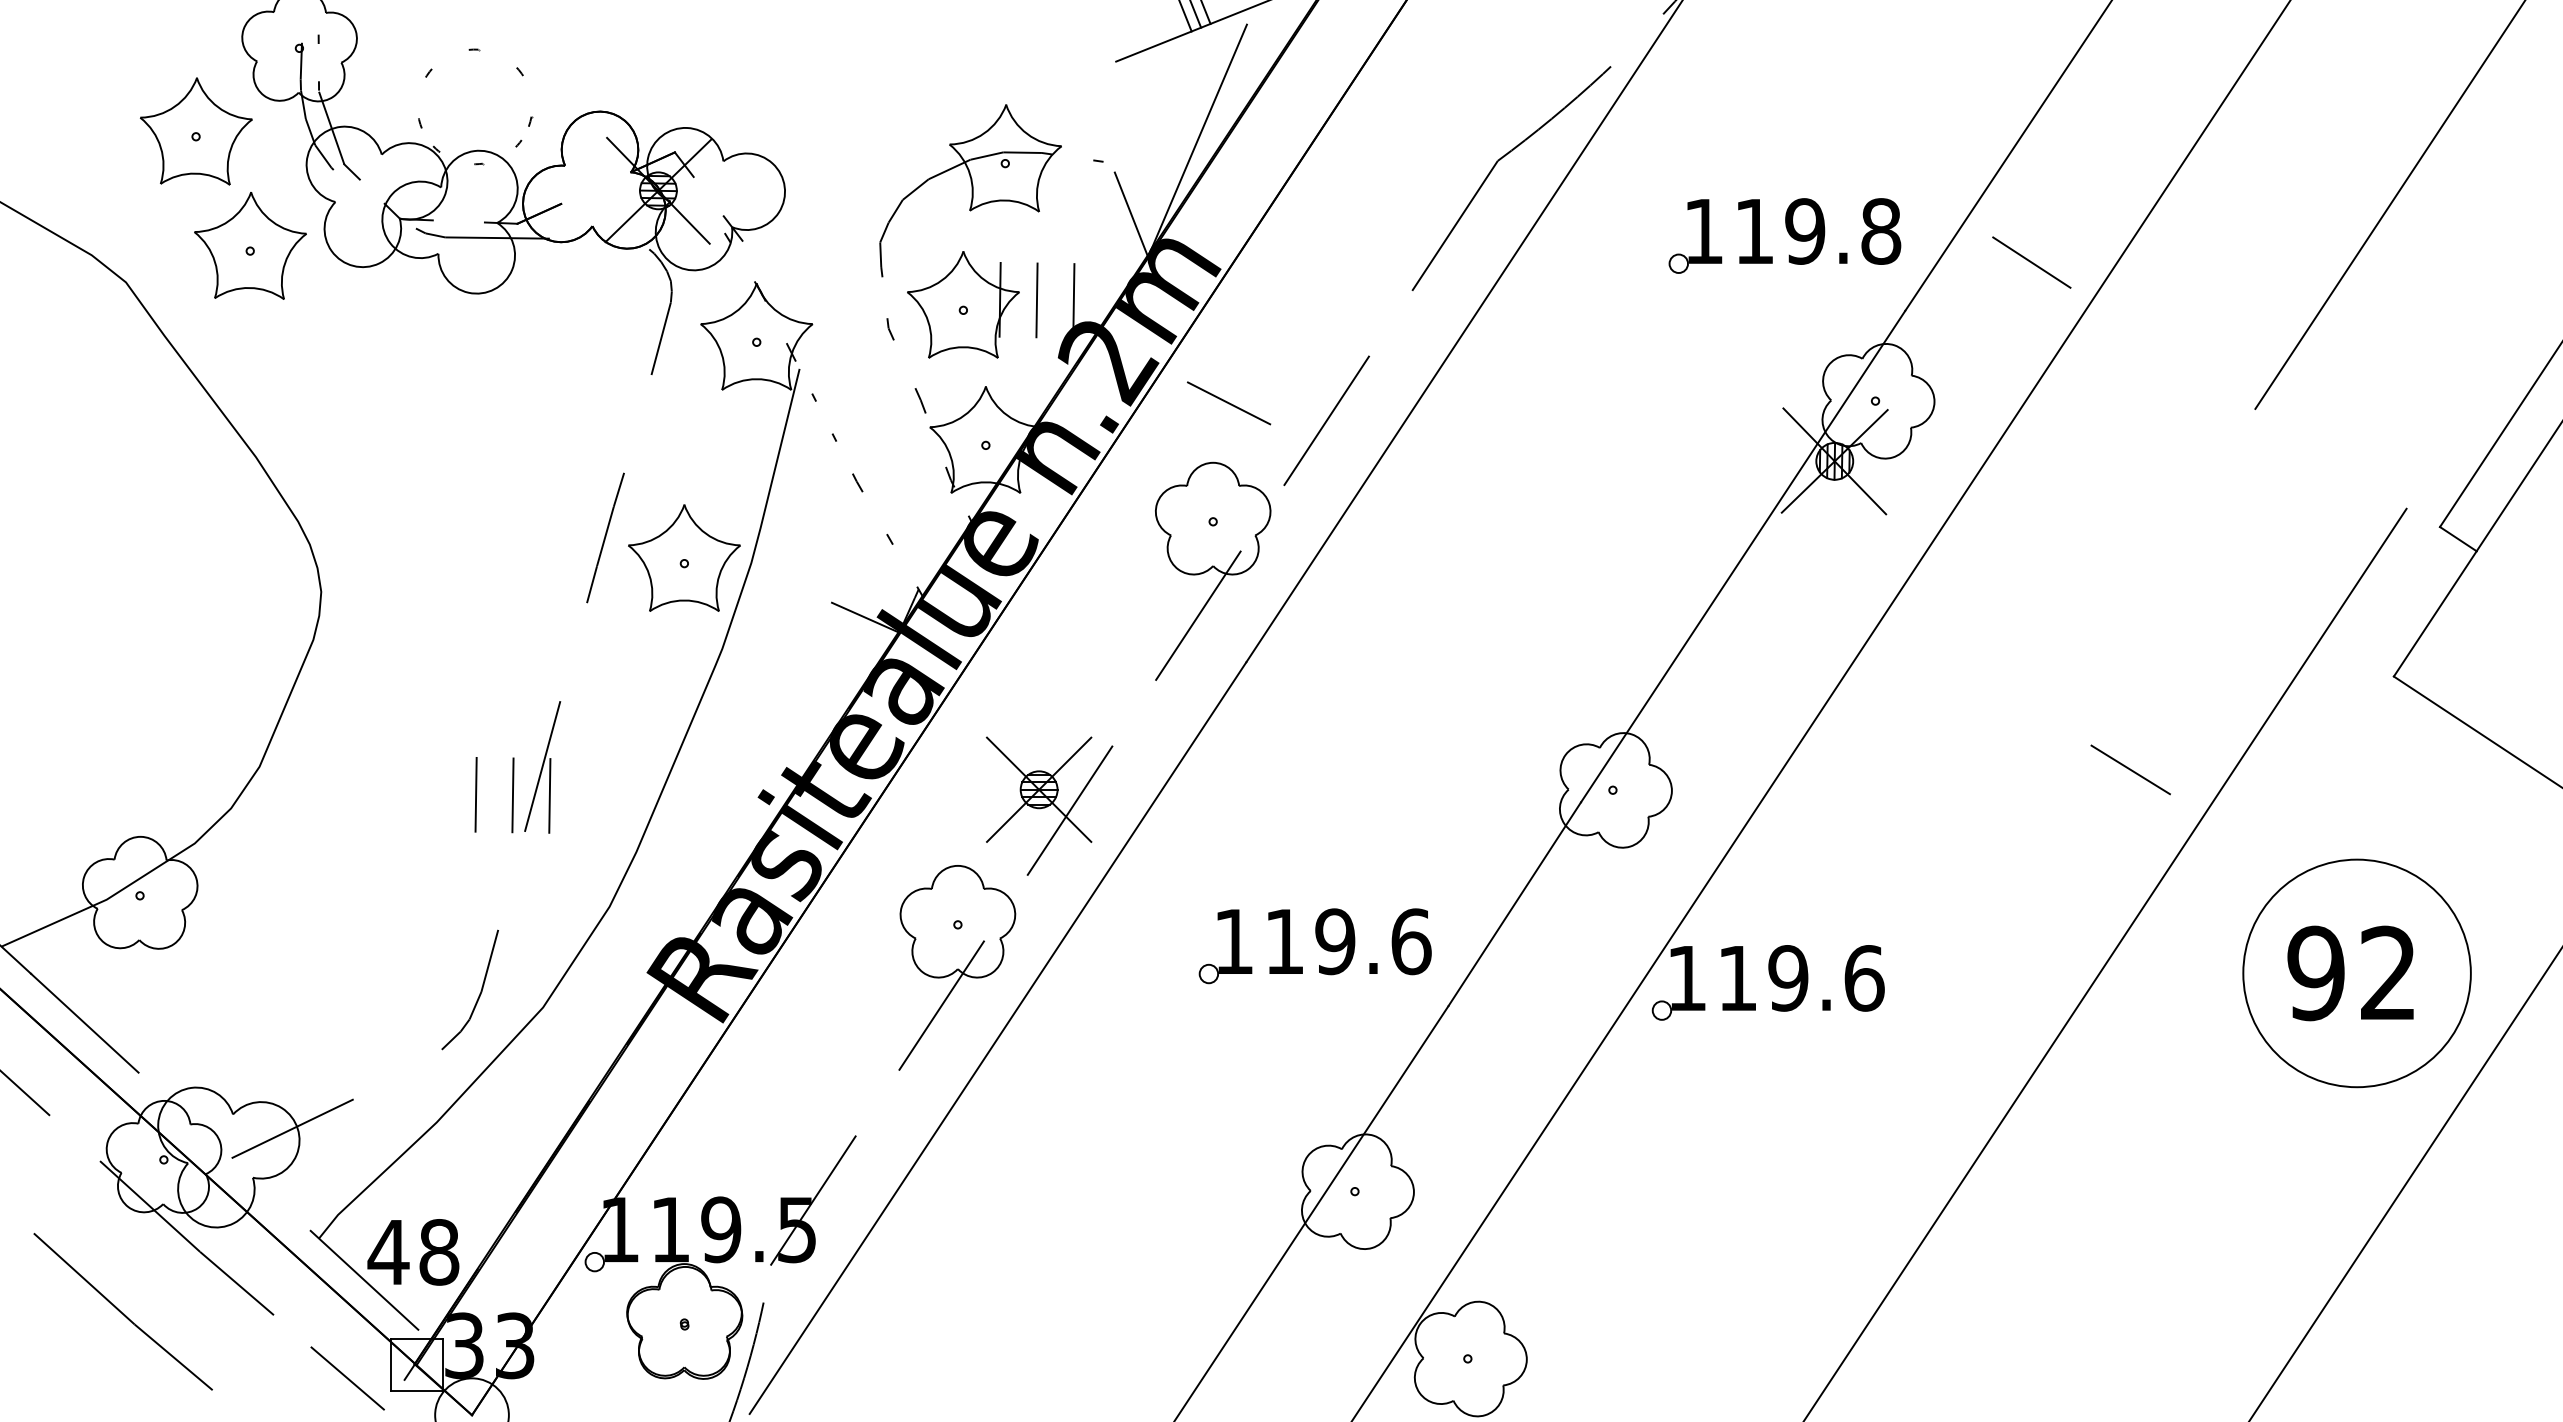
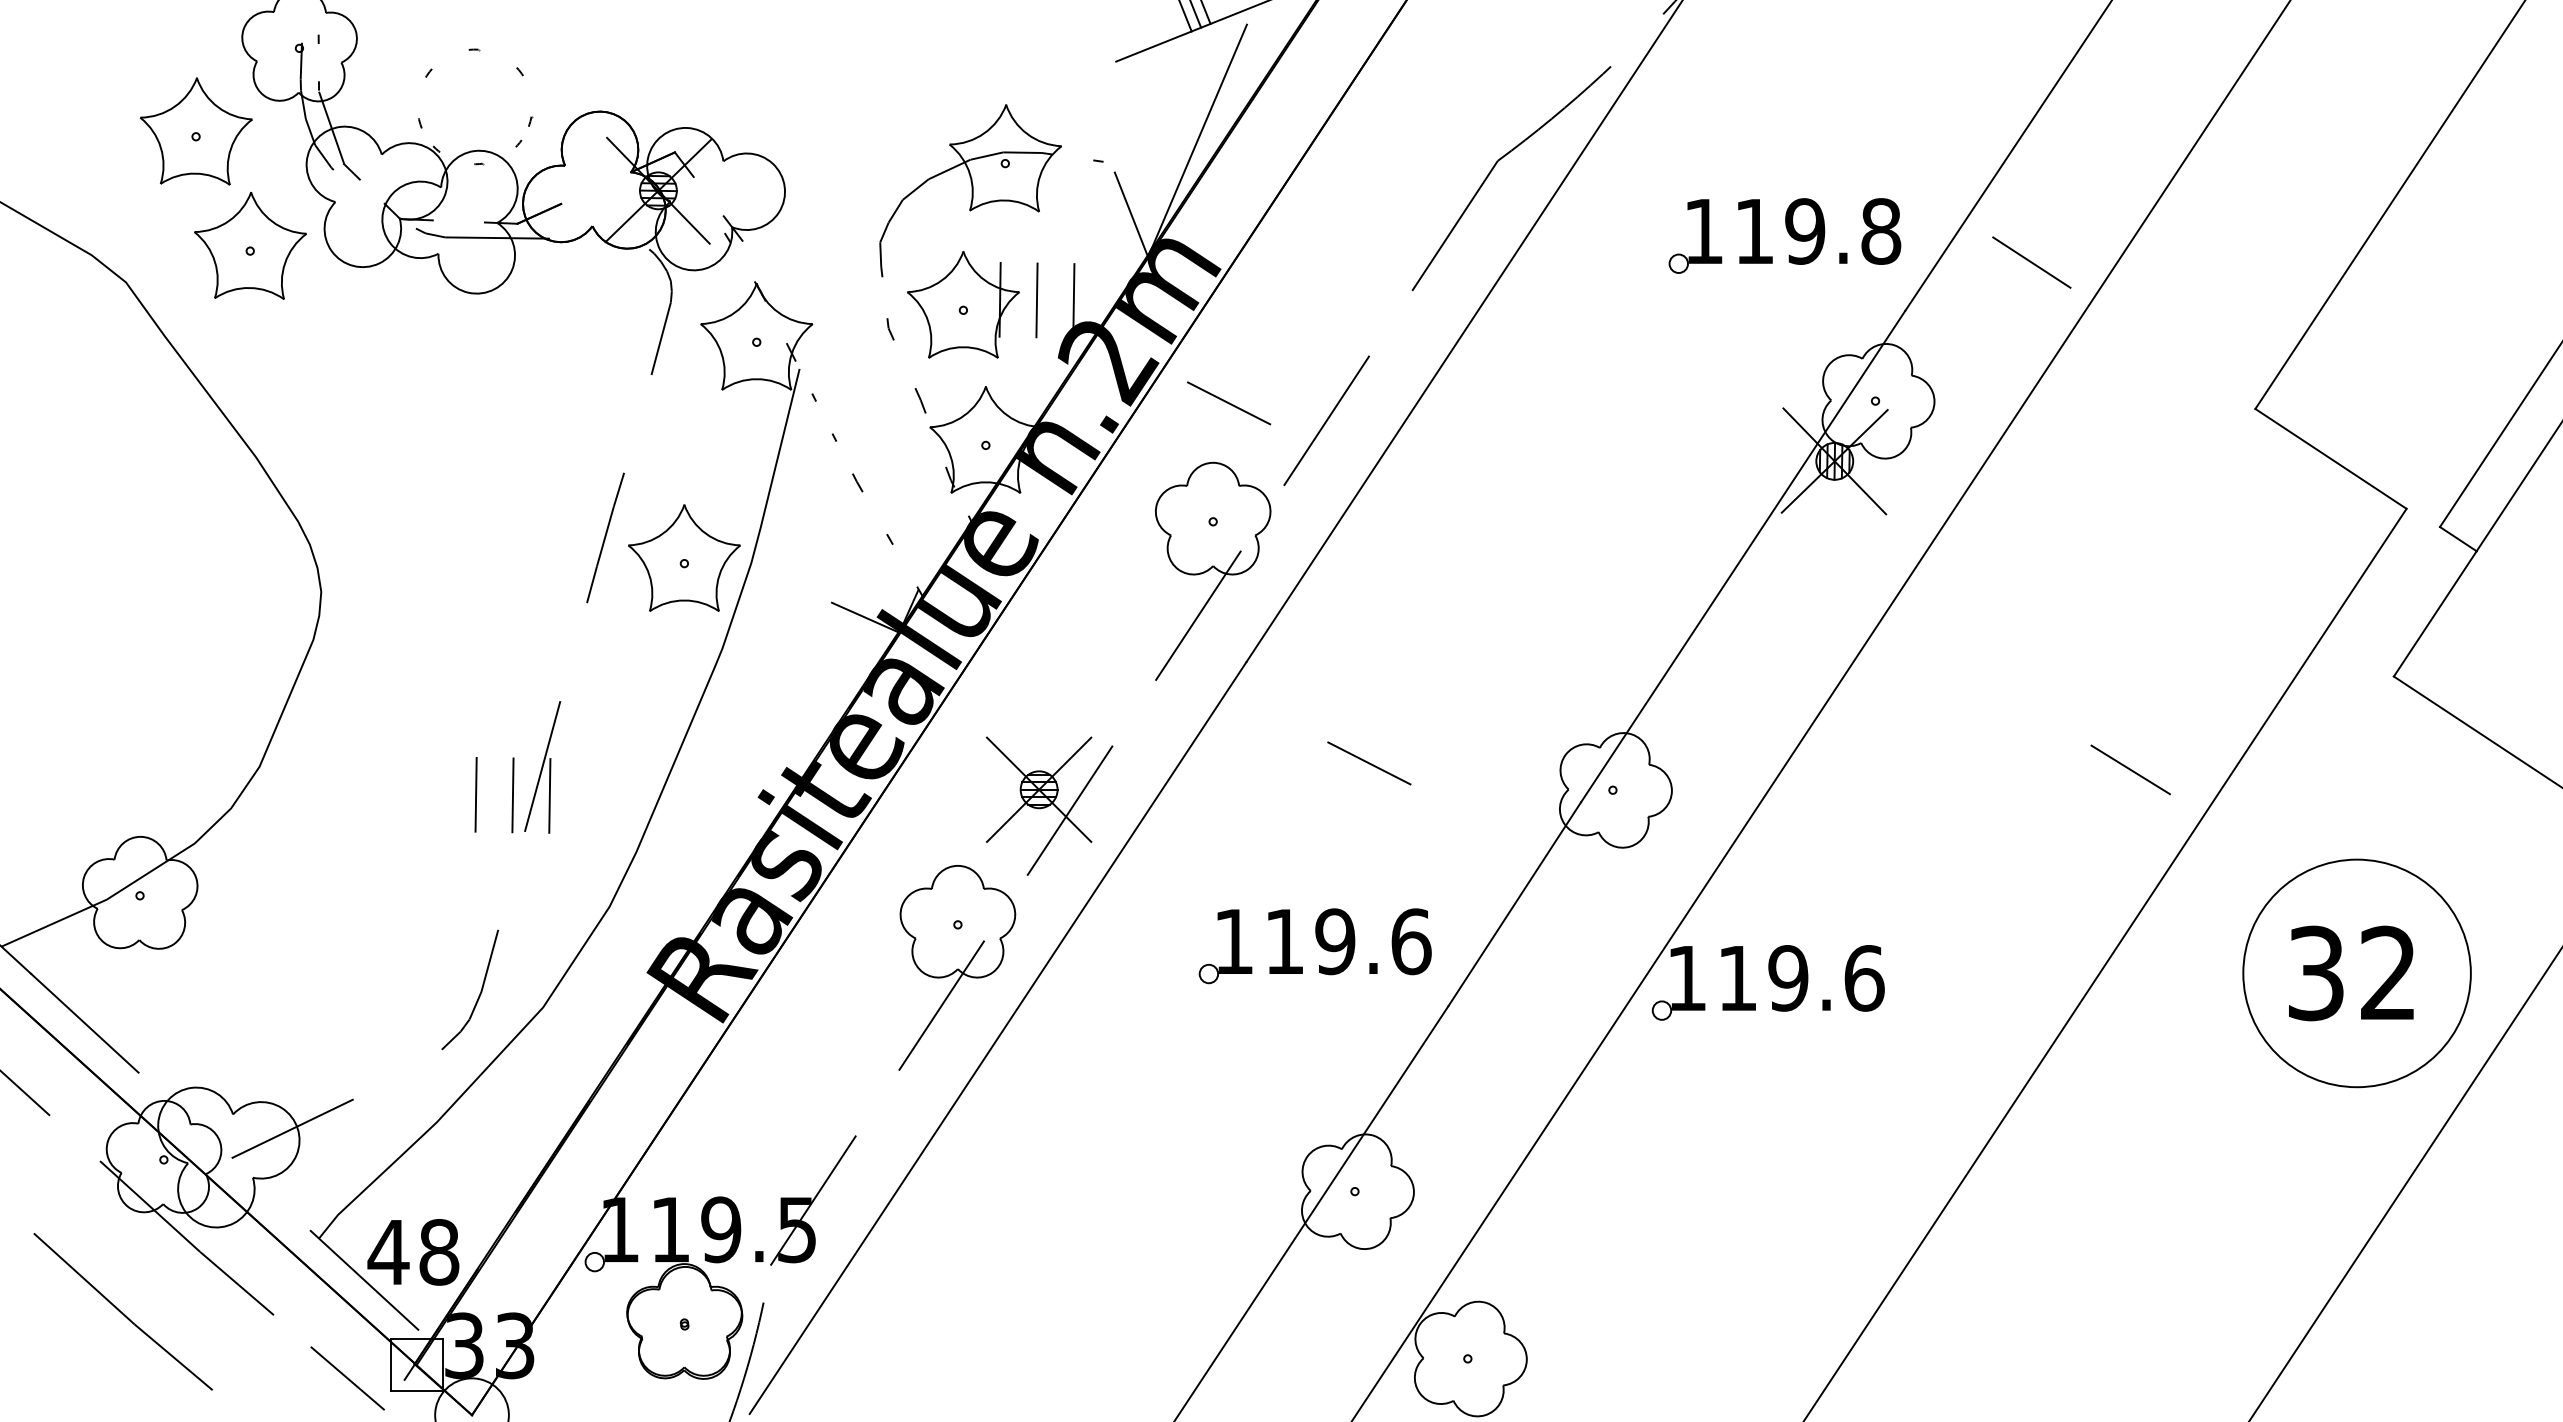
line at (2330, 458): none -> present
line at (1369, 763): none -> present
text at (2315, 973): 92 -> 32
